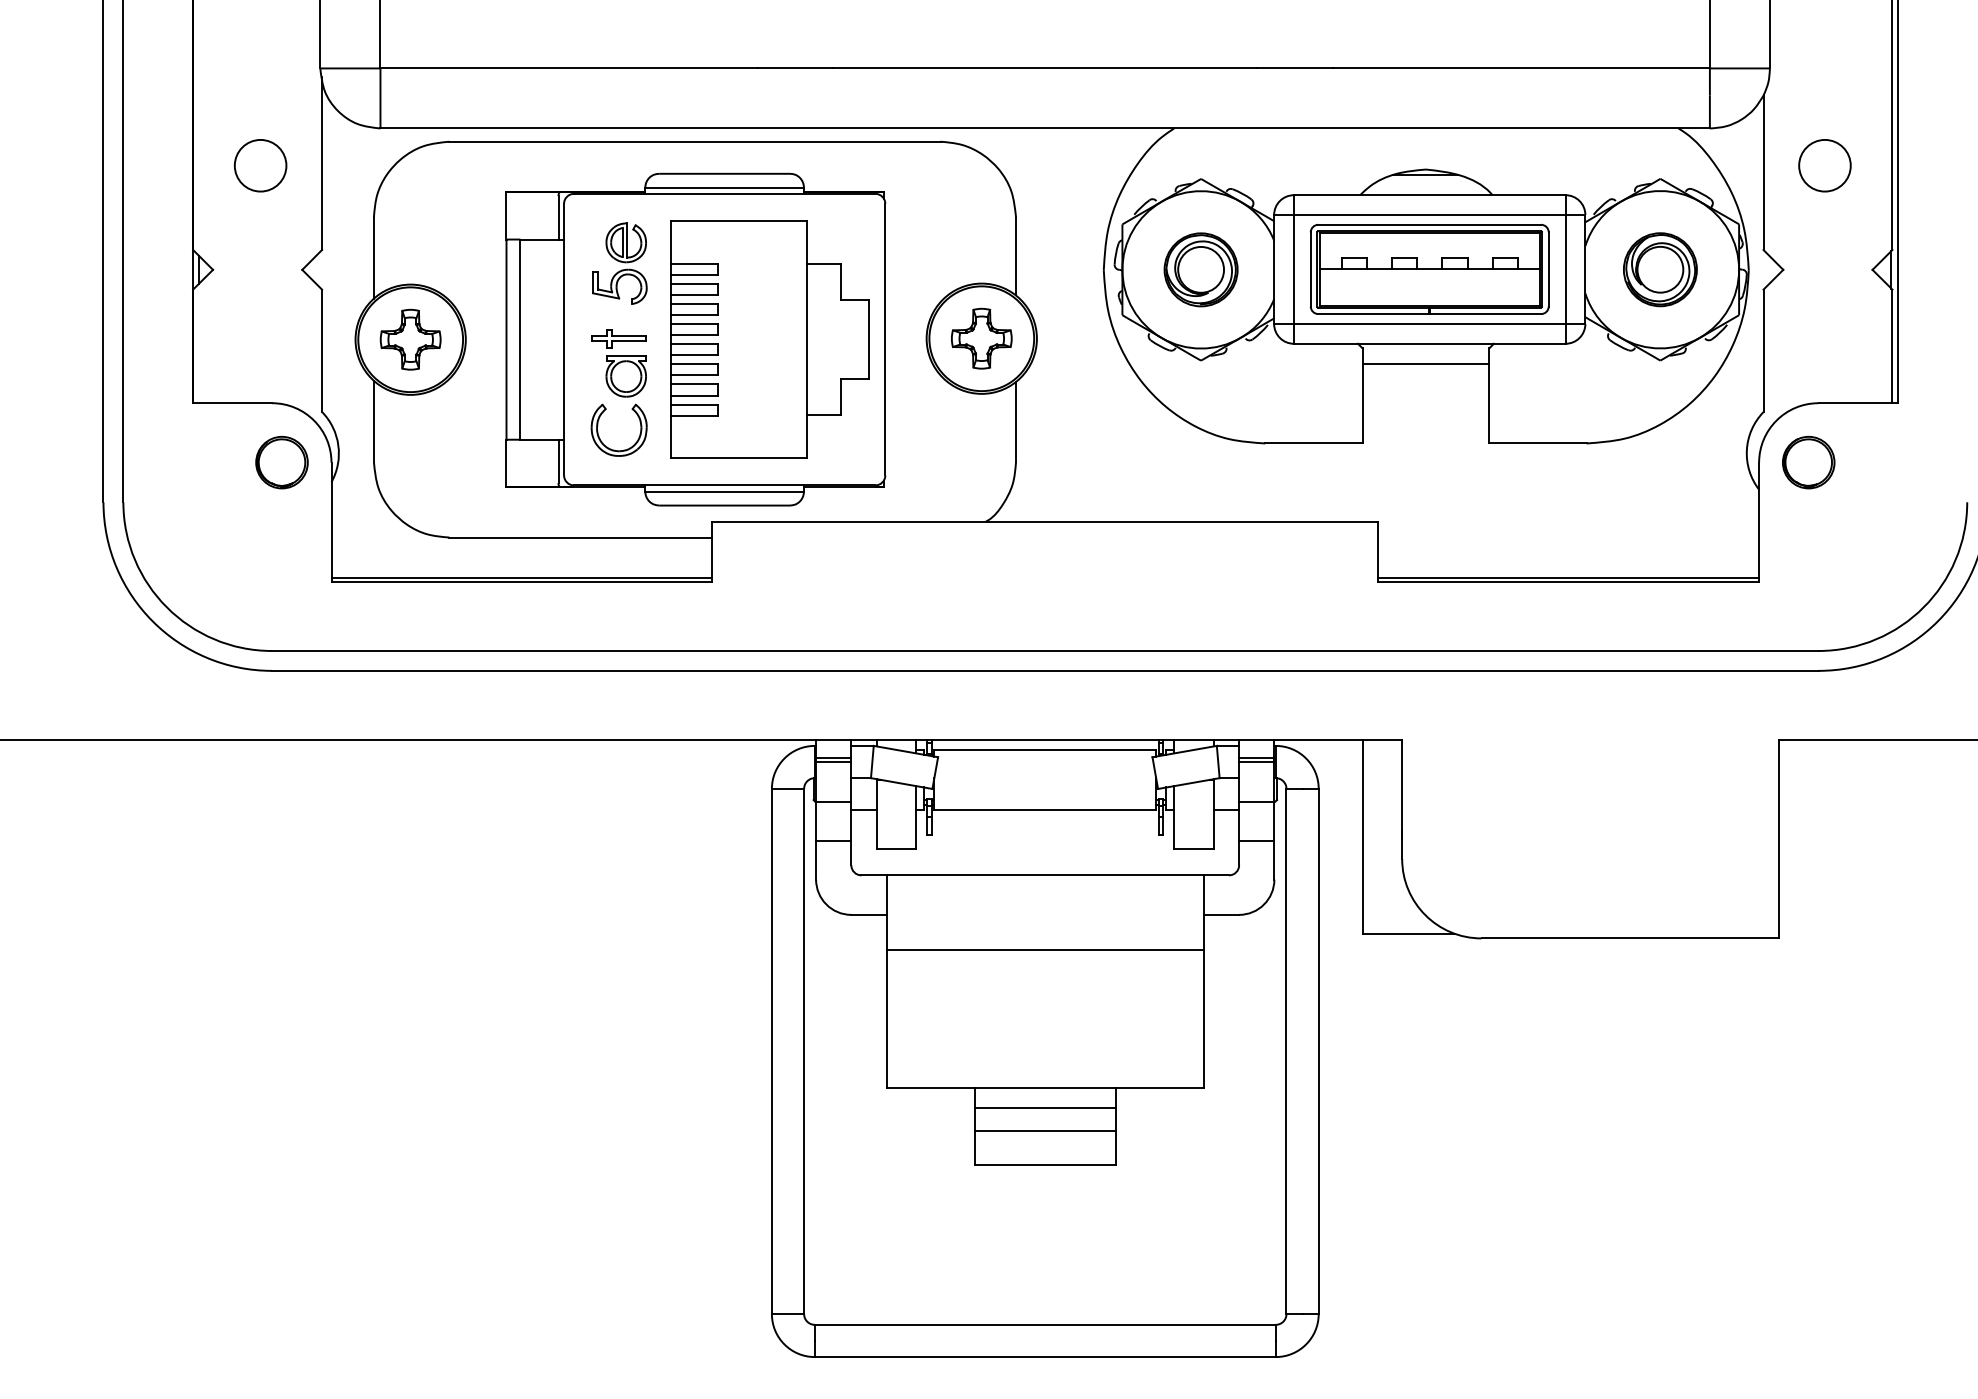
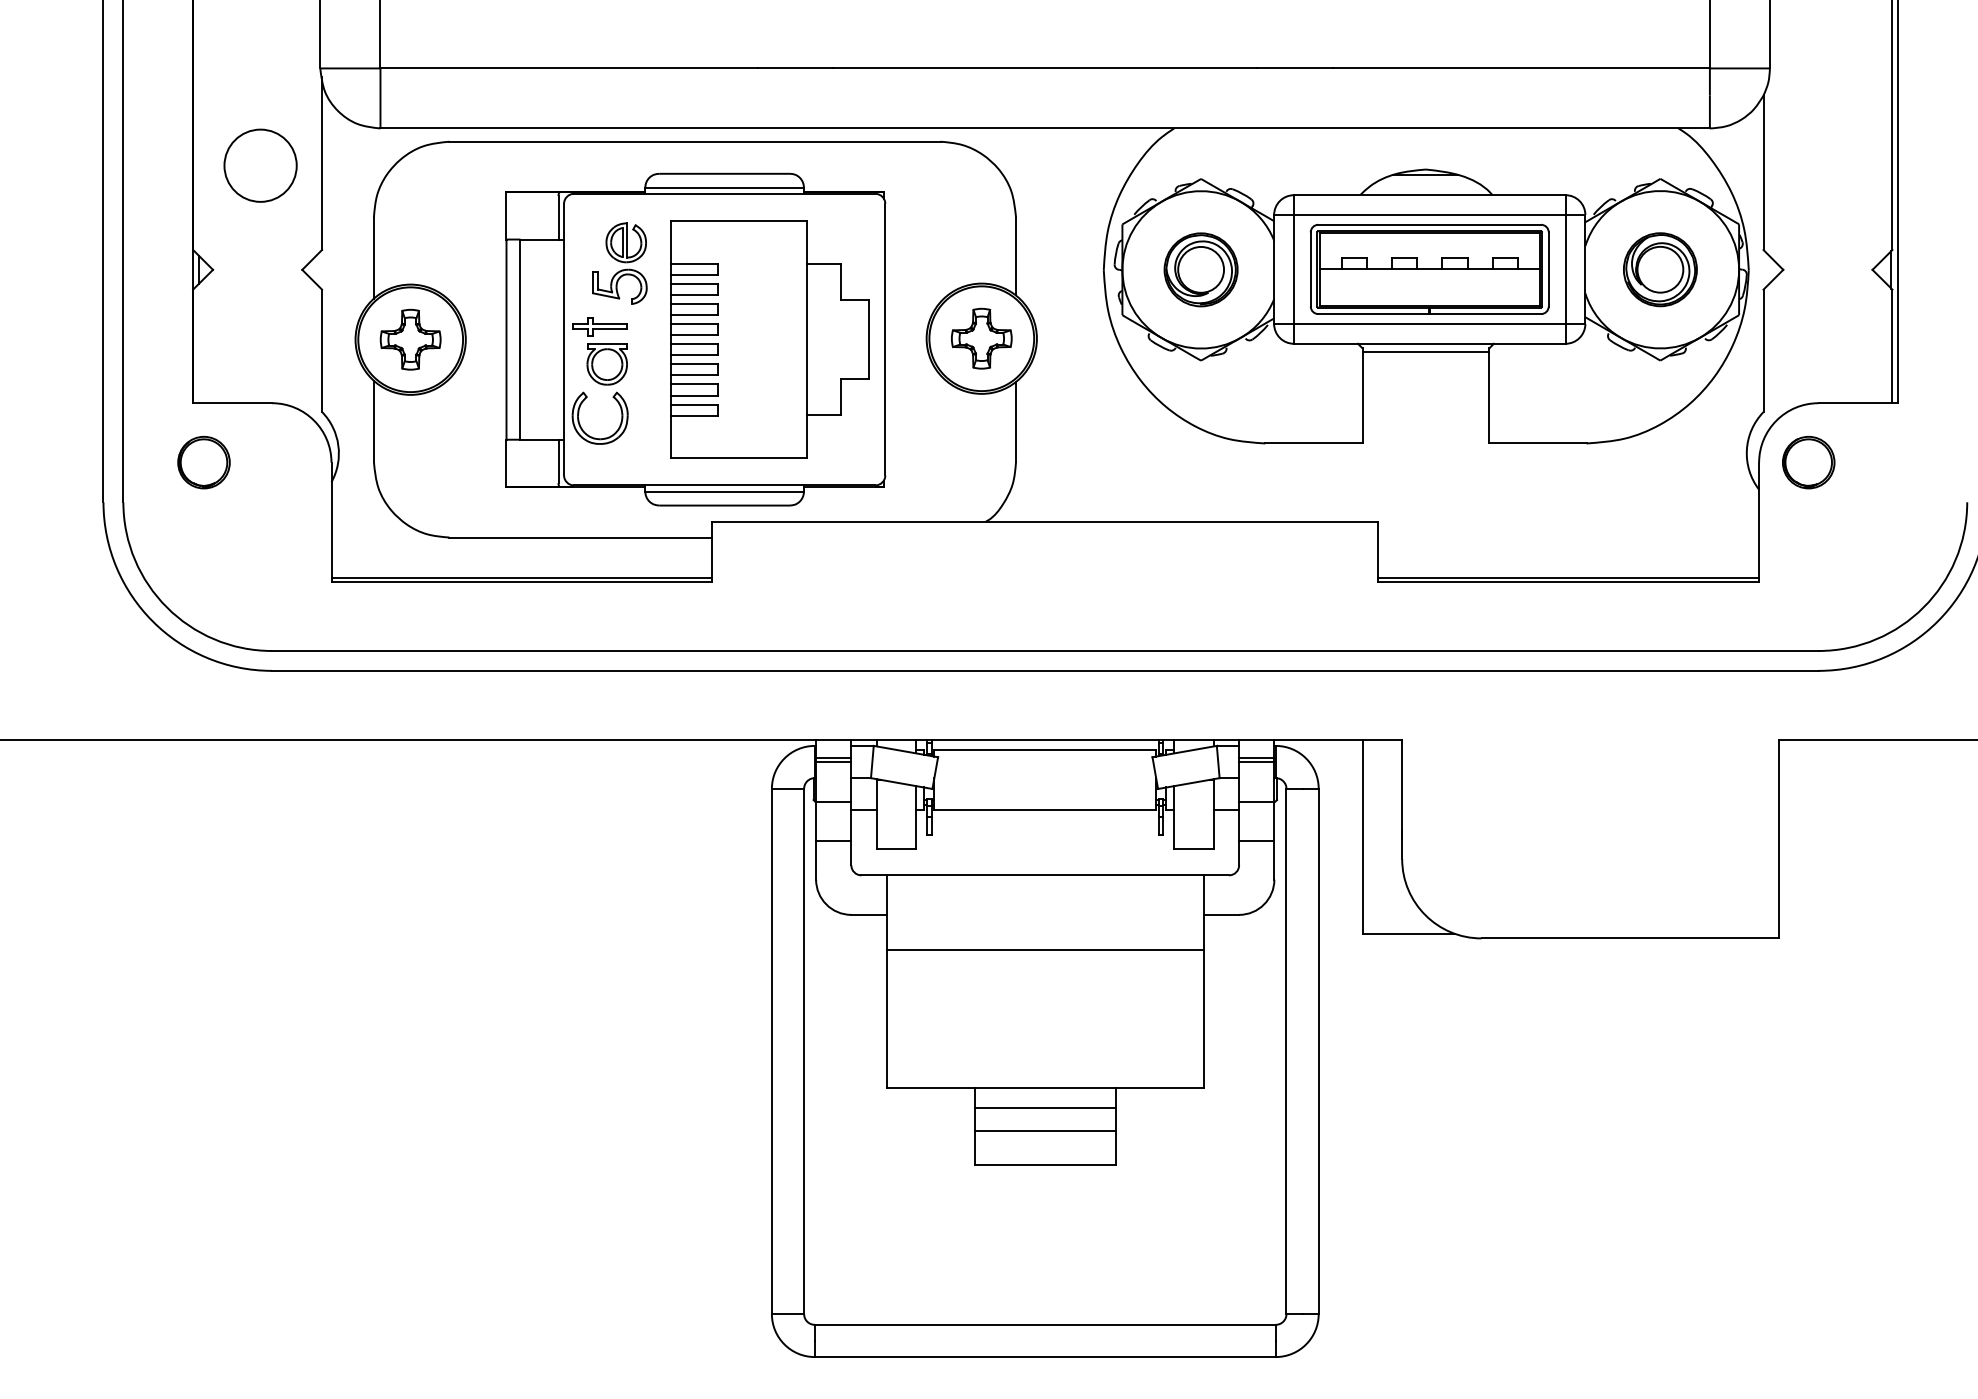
circle at (260, 165) diameter: 52 px -> 72 px
circle at (1824, 165): present -> none
line at (1425, 363) position: (1425, 363) -> (1425, 351)
part at (618, 392) position: (618, 392) -> (599, 380)
part at (281, 462) position: (281, 462) -> (203, 462)
